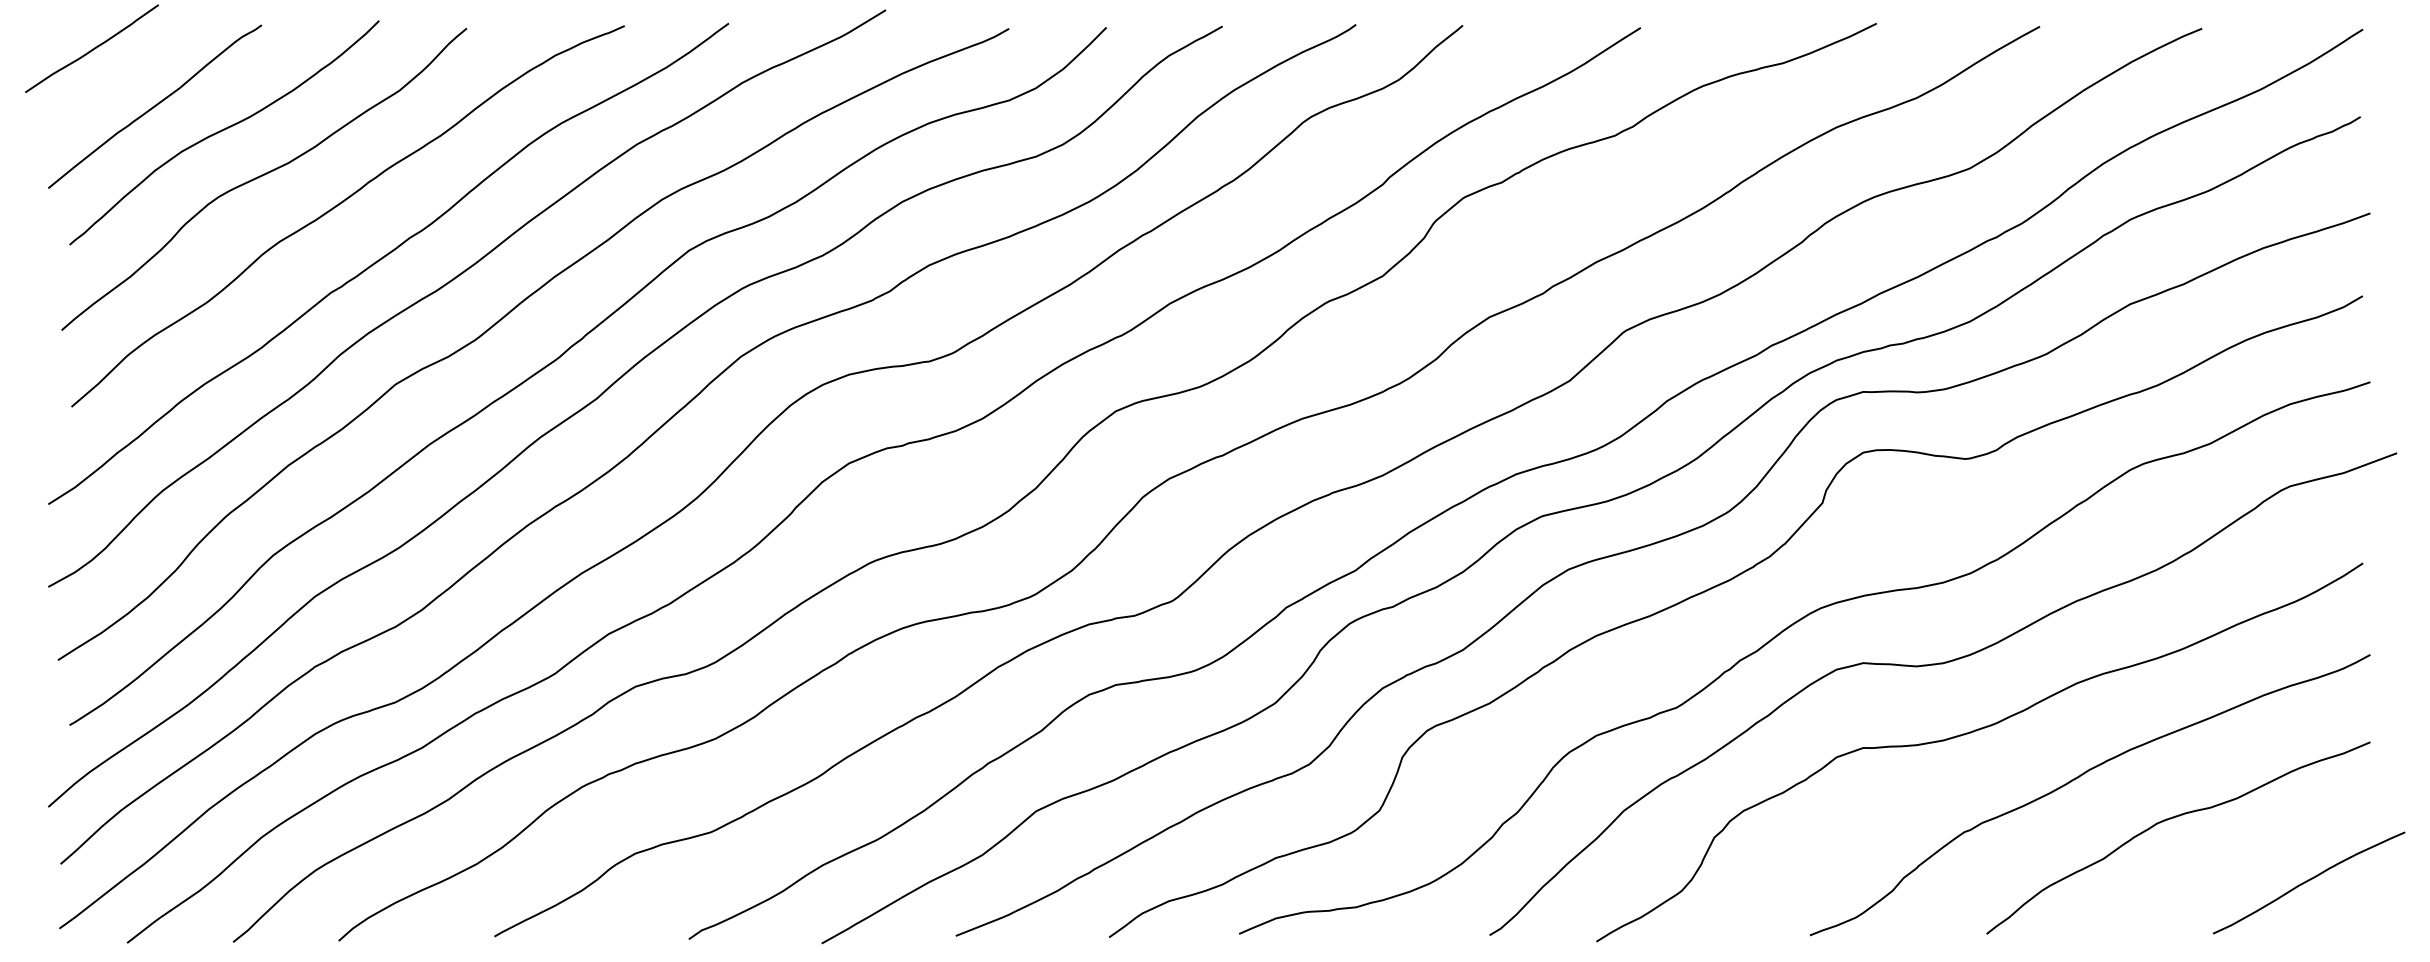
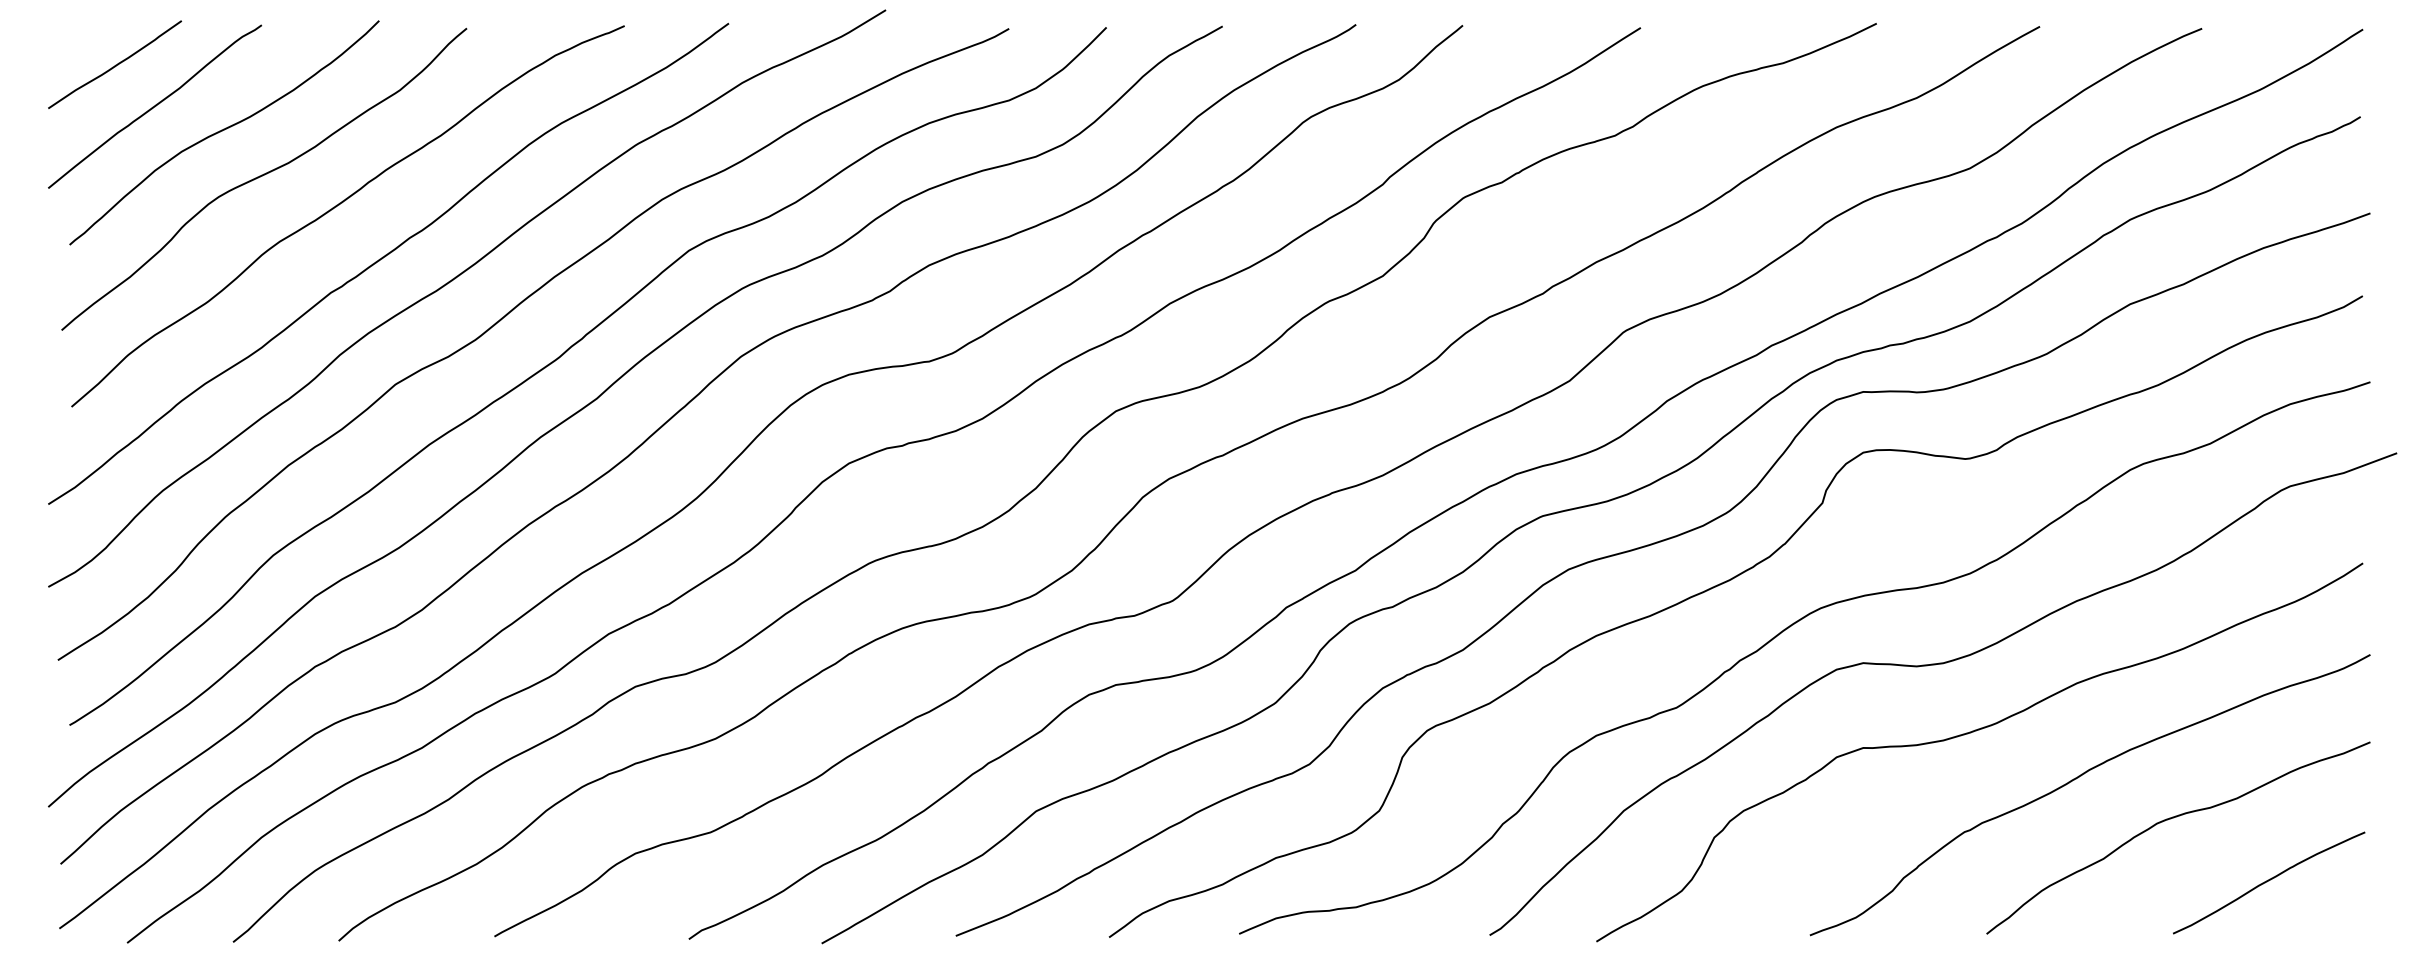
curve at (92, 48) position: (92, 48) -> (115, 64)
curve at (2308, 881) position: (2308, 881) -> (2268, 881)
